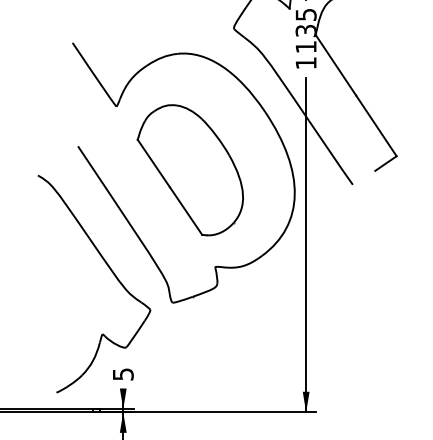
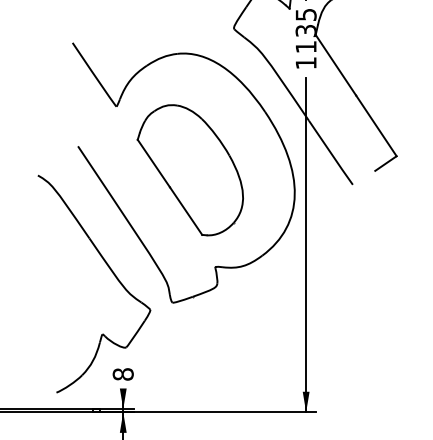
text at (122, 374): 5 -> 8
